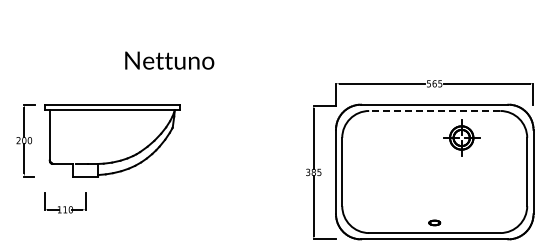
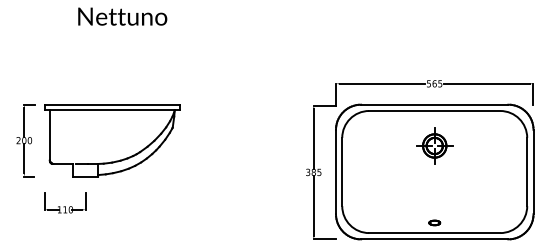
text at (169, 60) position: (169, 60) -> (122, 16)
line at (434, 110): dashed -> solid
part at (461, 137) position: (461, 137) -> (434, 145)
